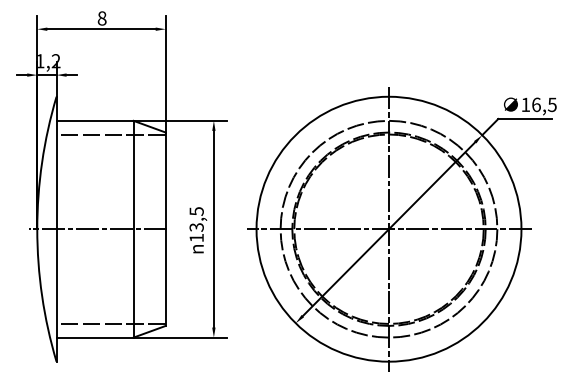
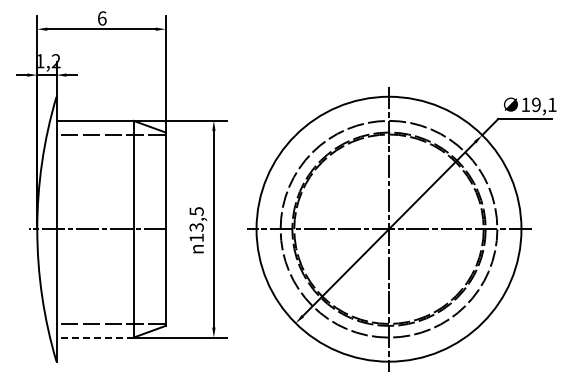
text at (101, 18): 8 -> 6
text at (544, 104): 16,5 -> 19,1
line at (95, 337): solid -> dashed
